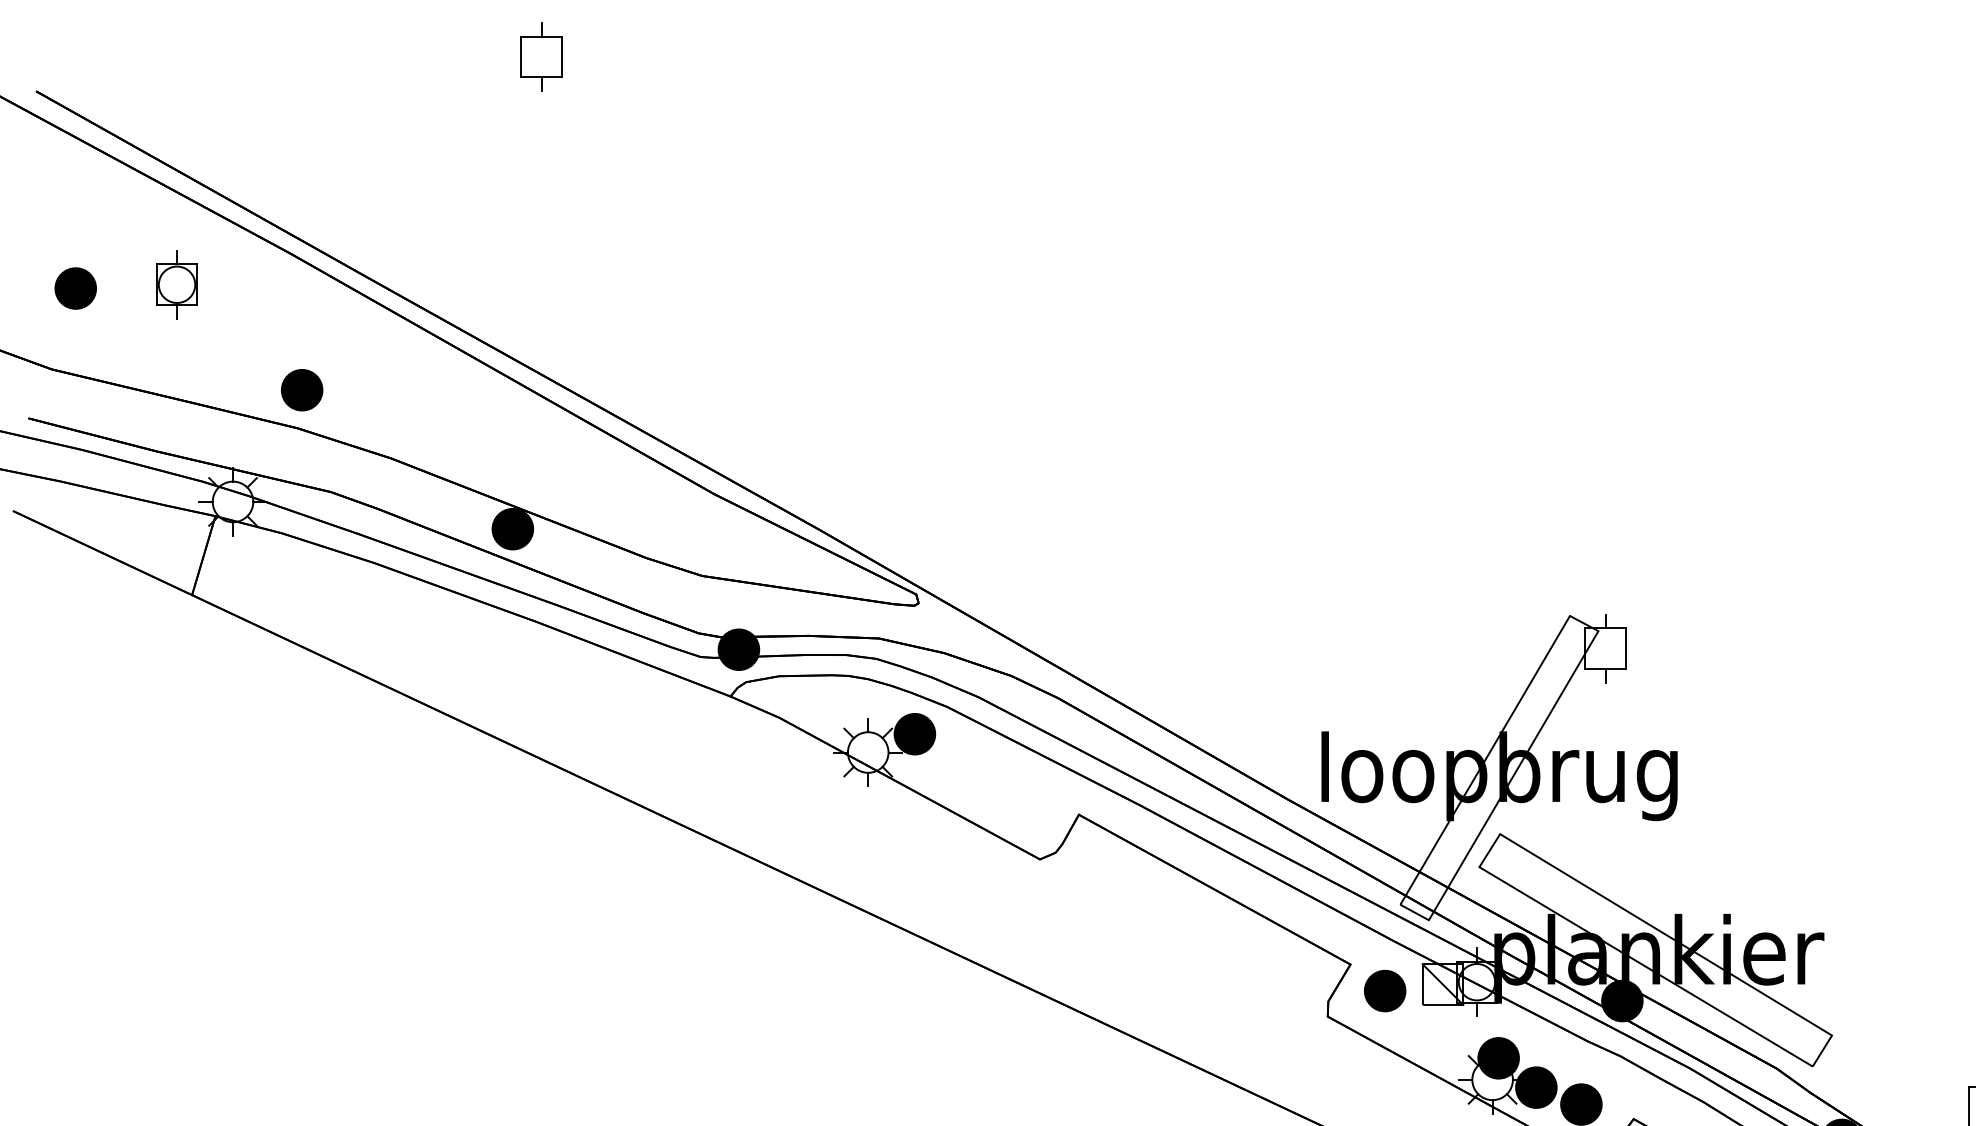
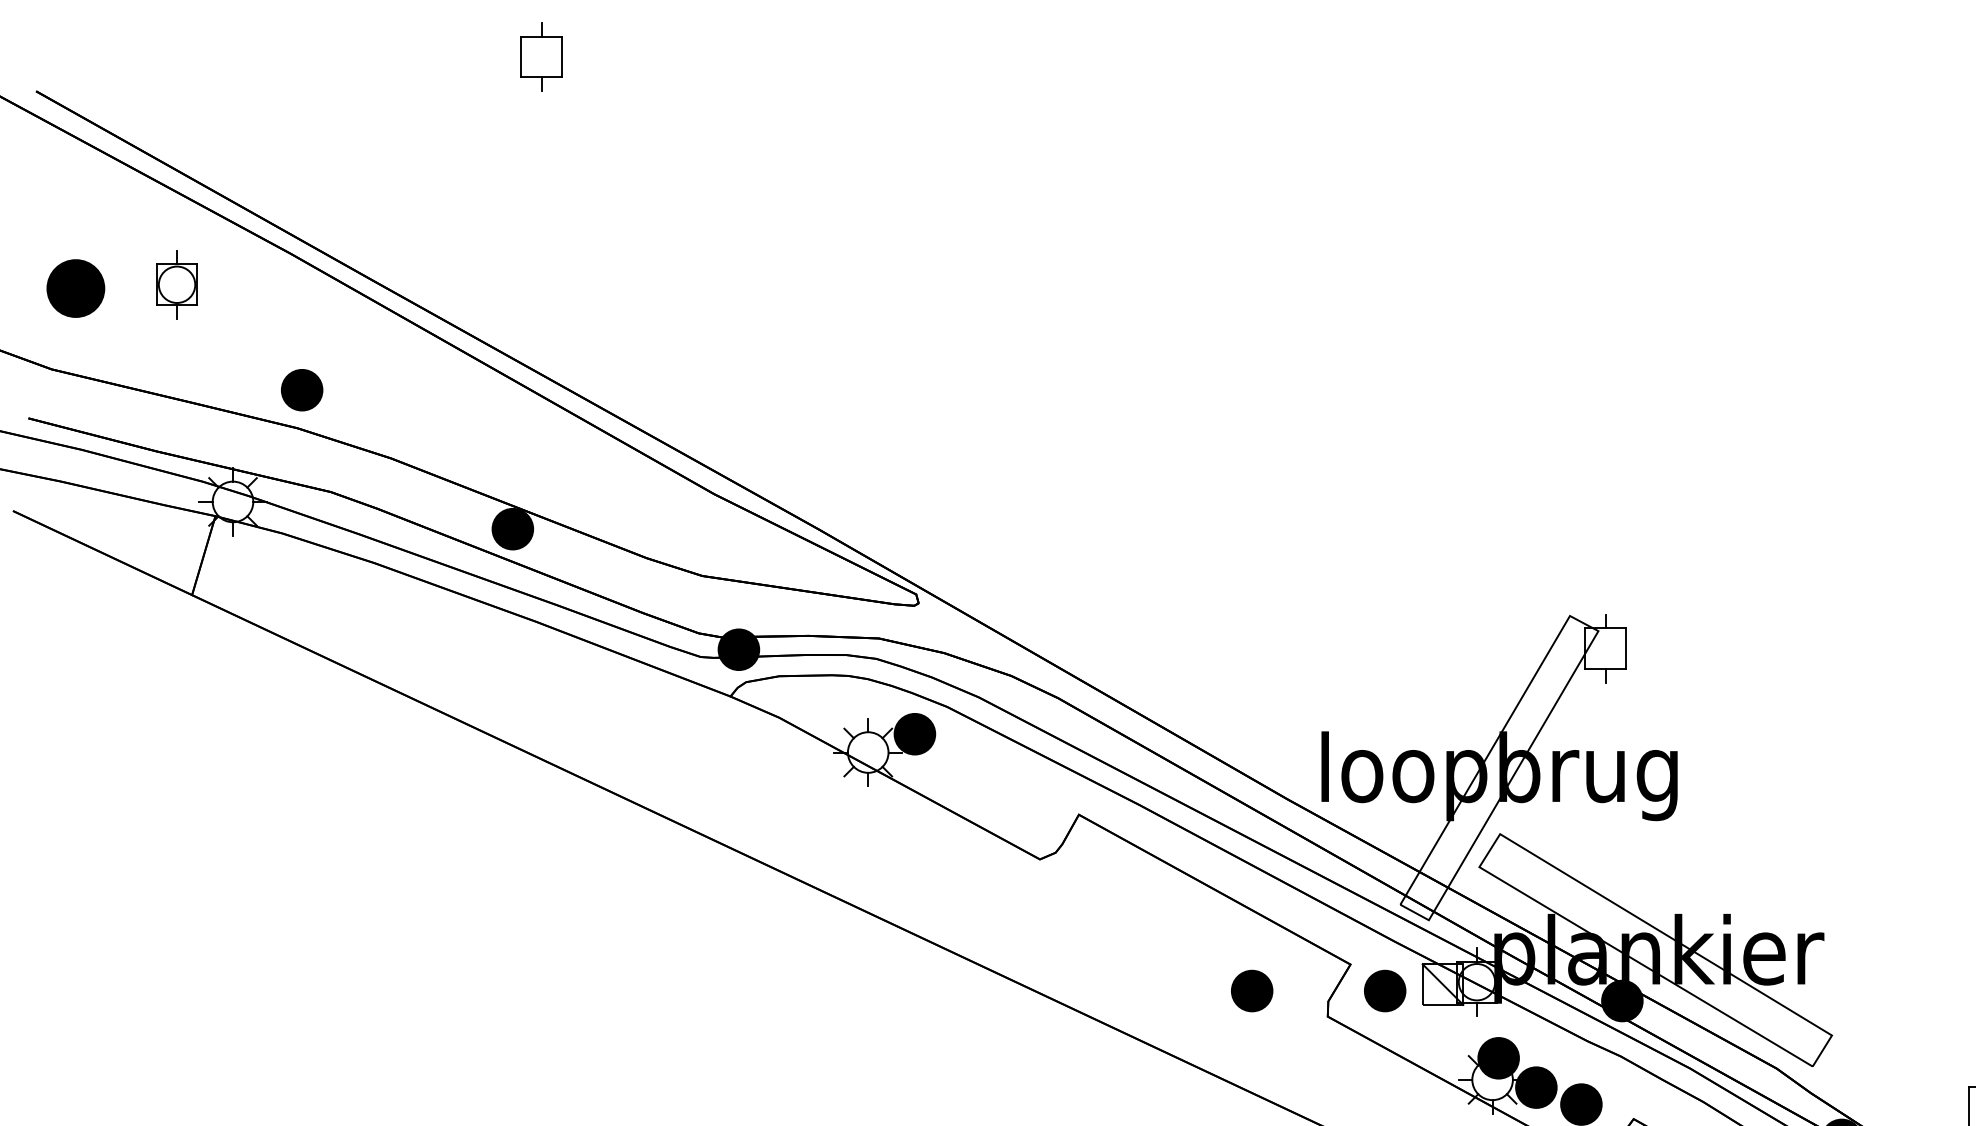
part at (75, 288) size: 43x43 px -> 60x59 px
part at (1252, 990): none -> present
